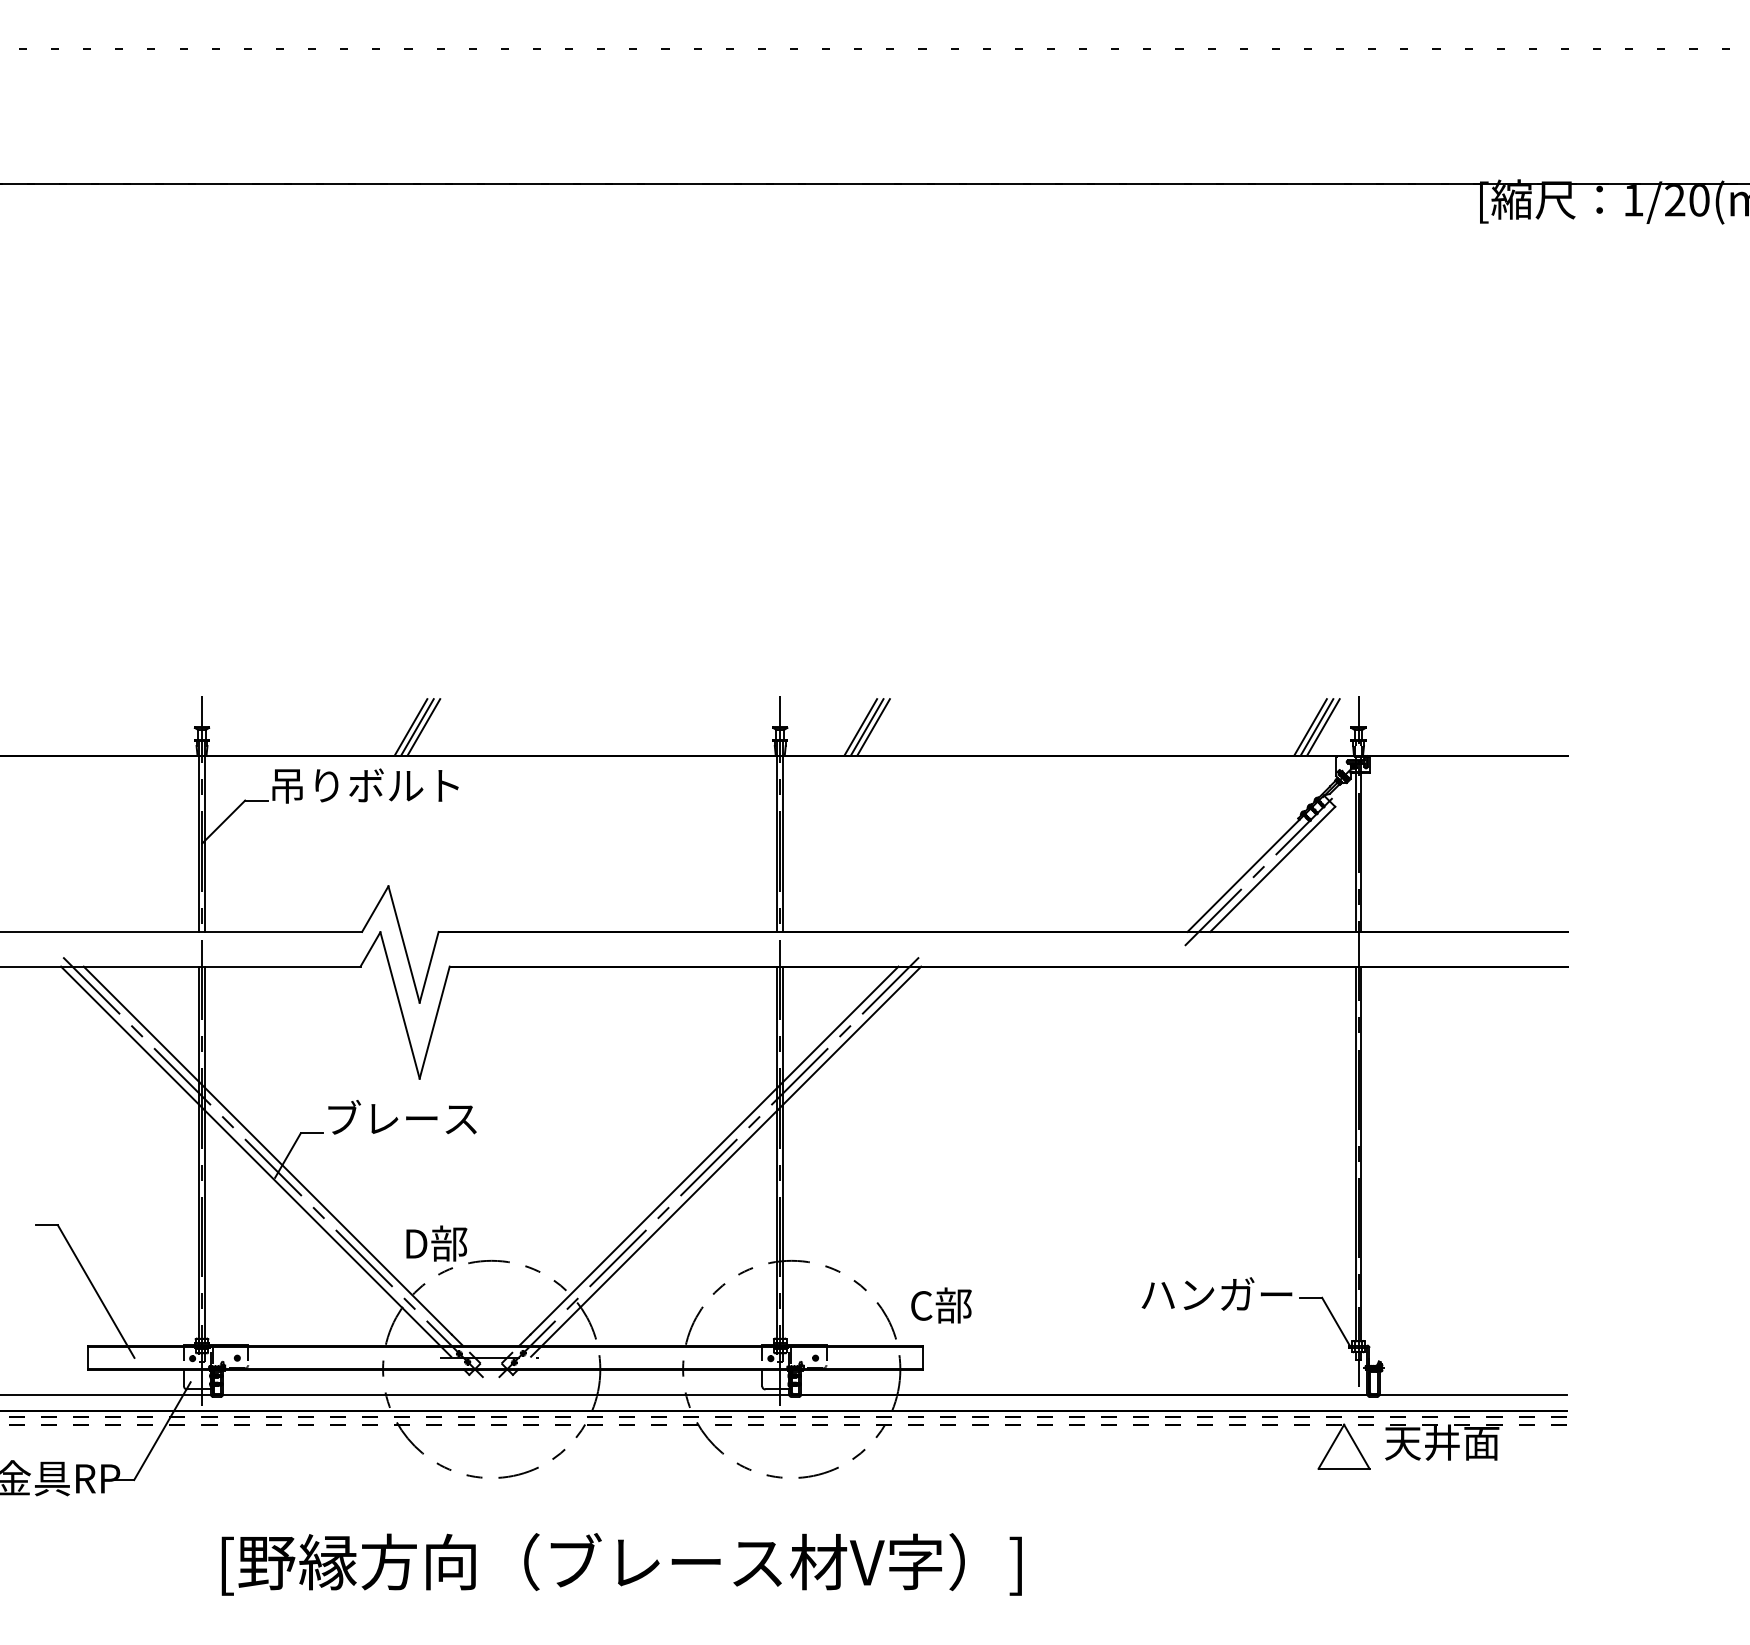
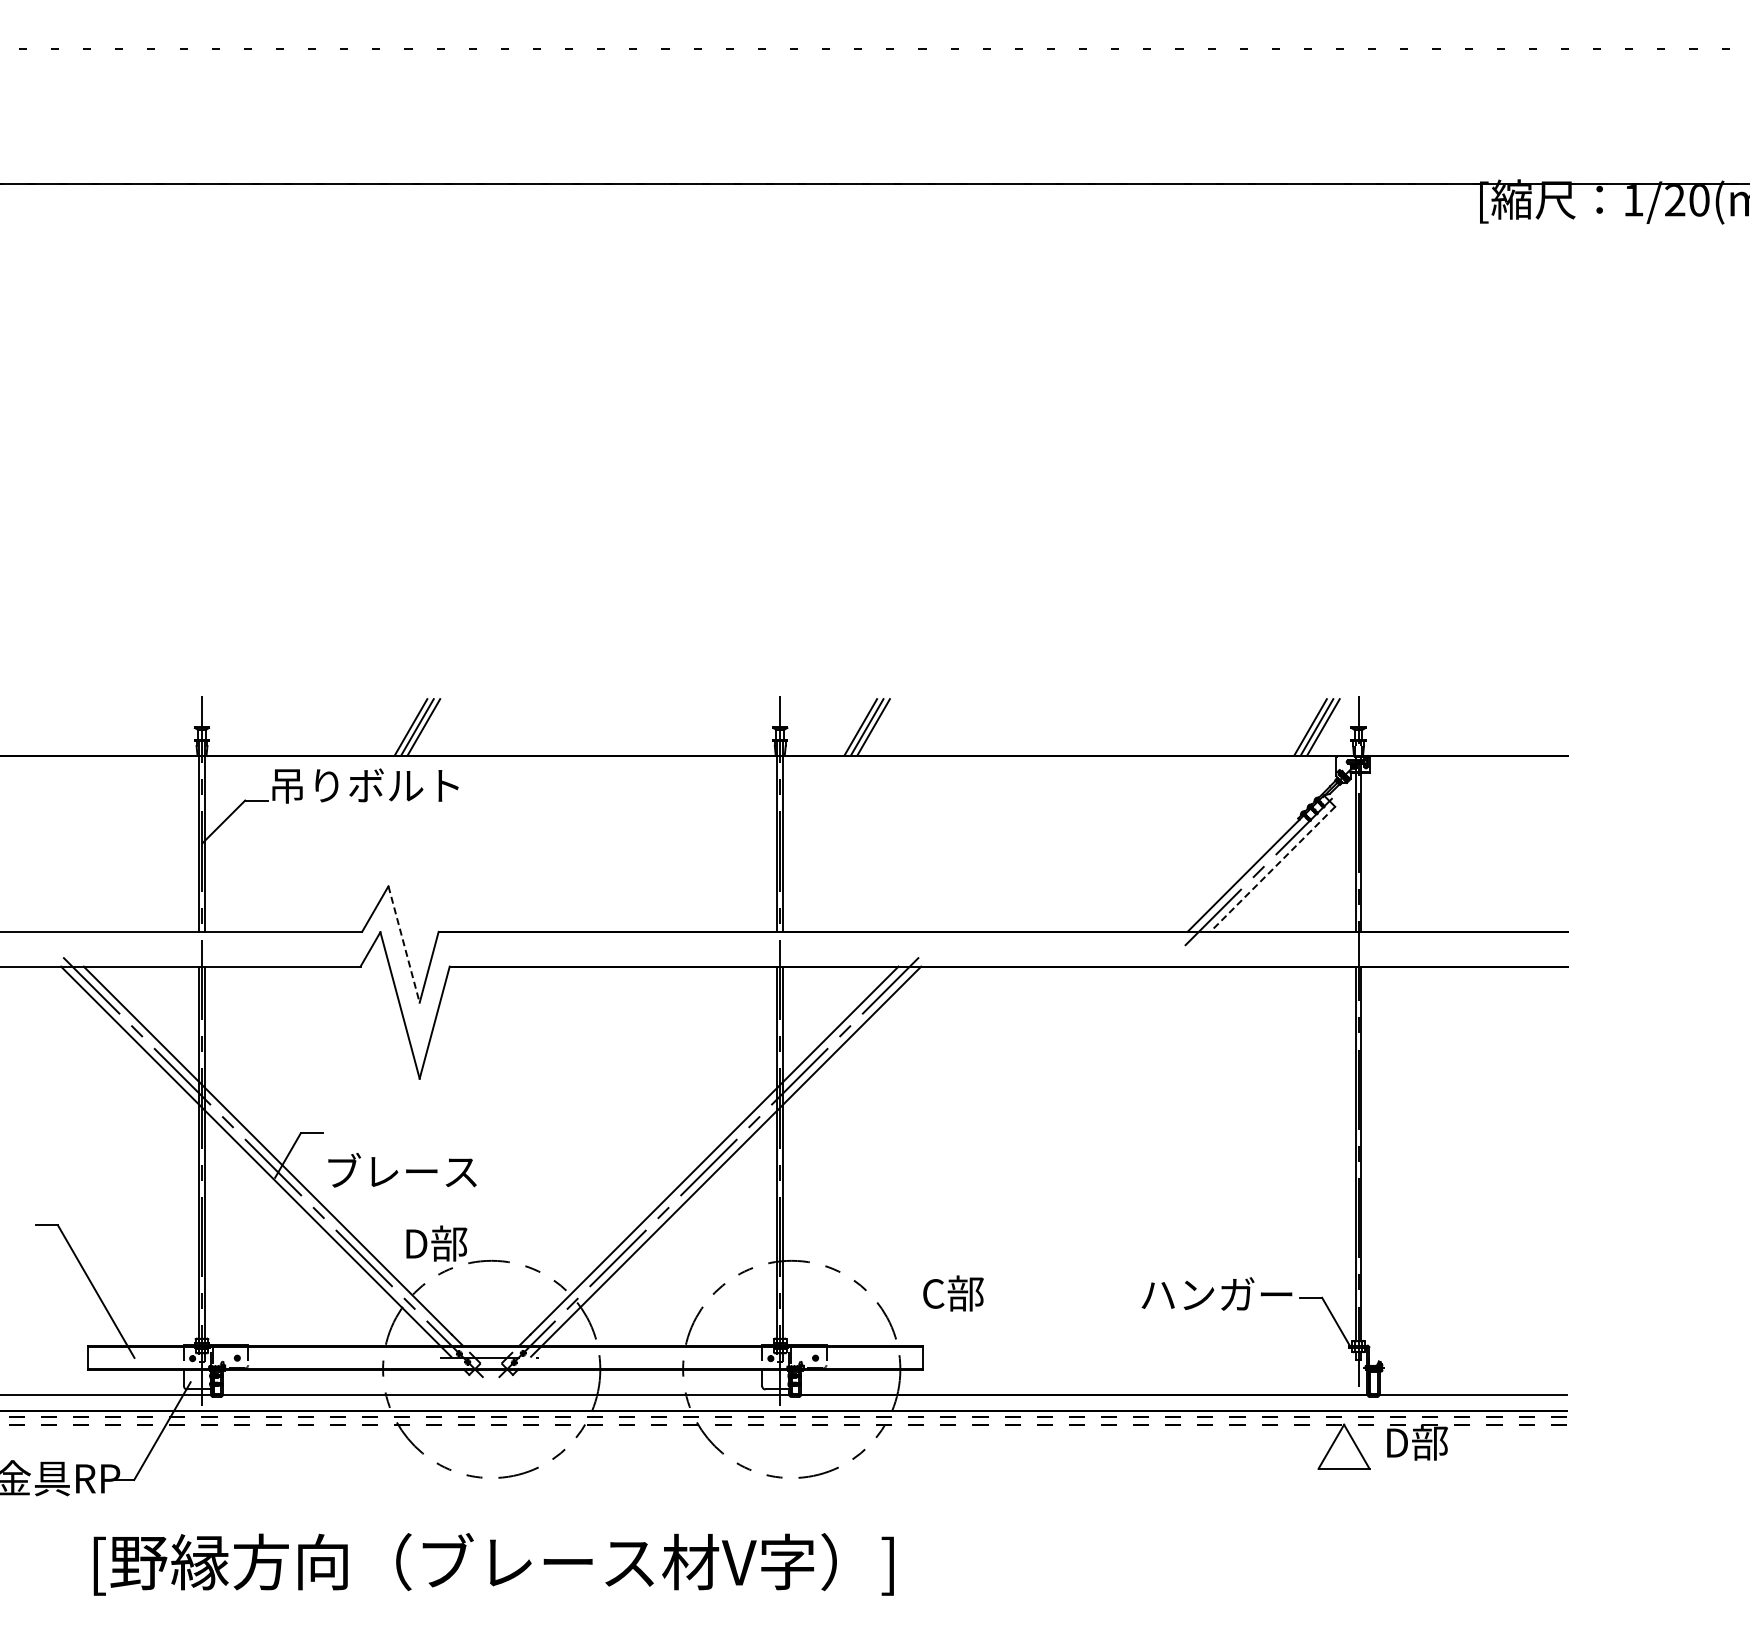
line at (1272, 869): solid -> dashed
line at (404, 944): solid -> dashed
text at (402, 1117) position: (402, 1117) -> (402, 1170)
text at (941, 1305) position: (941, 1305) -> (953, 1293)
text at (1442, 1442): 天井面 -> D部
text at (621, 1564) position: (621, 1564) -> (493, 1564)
